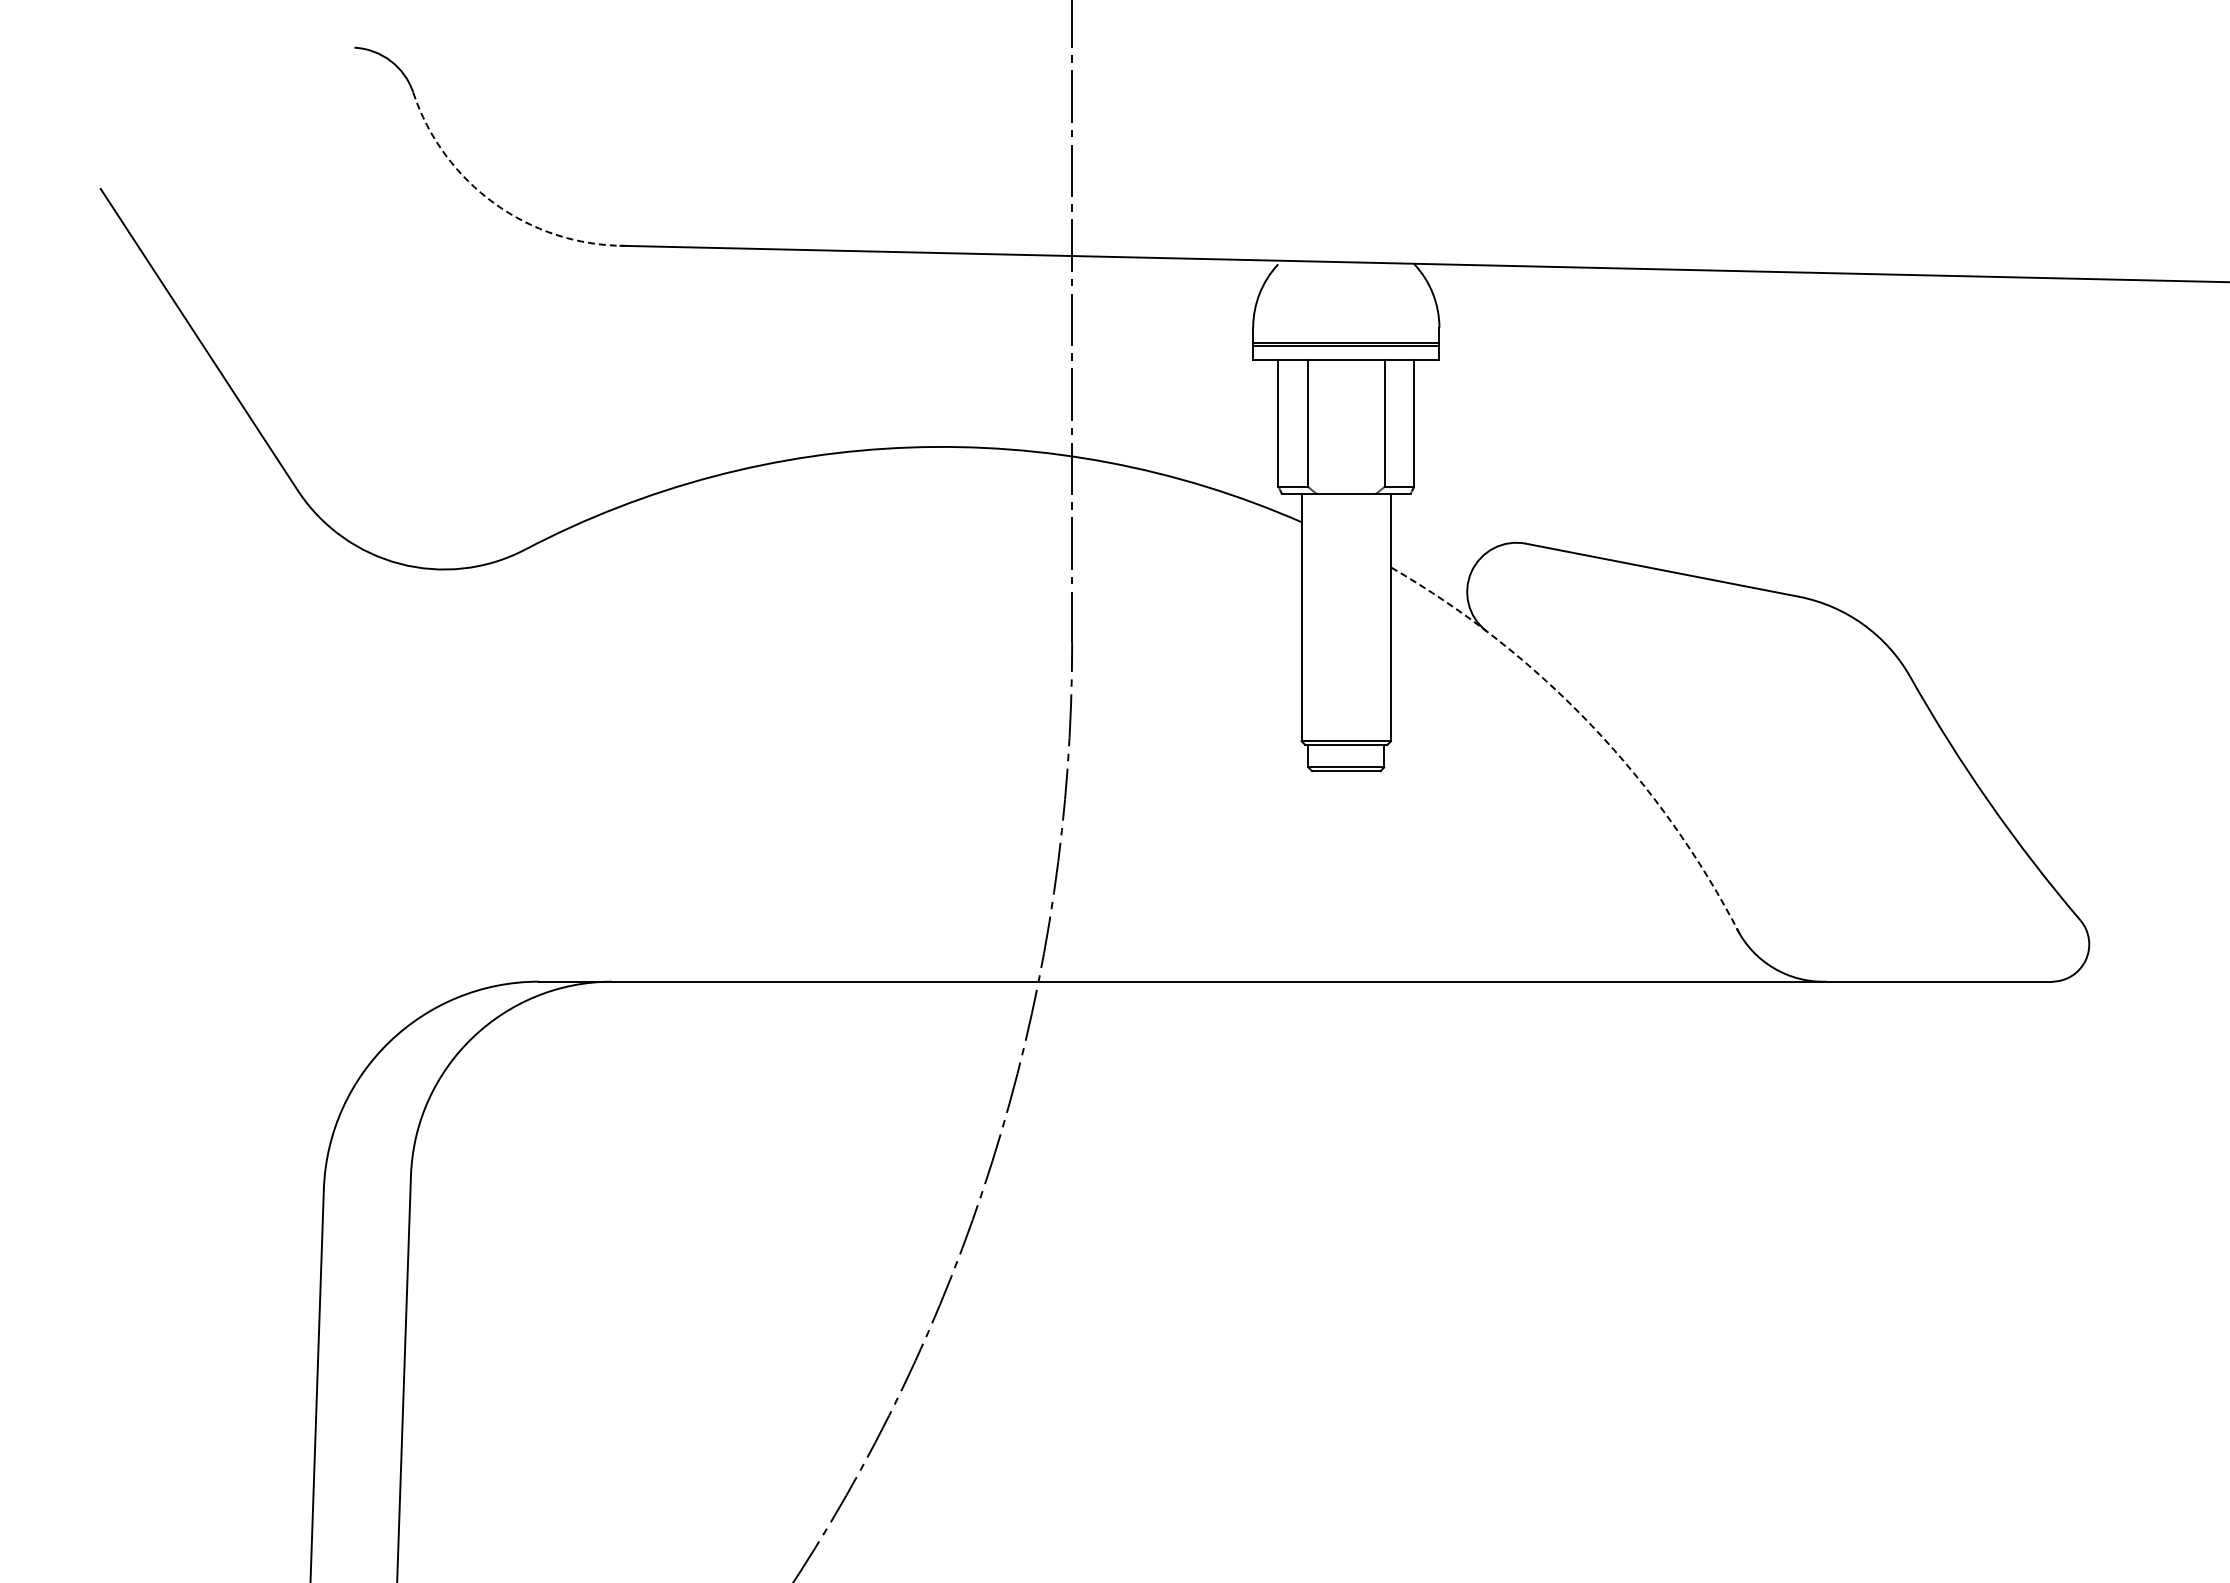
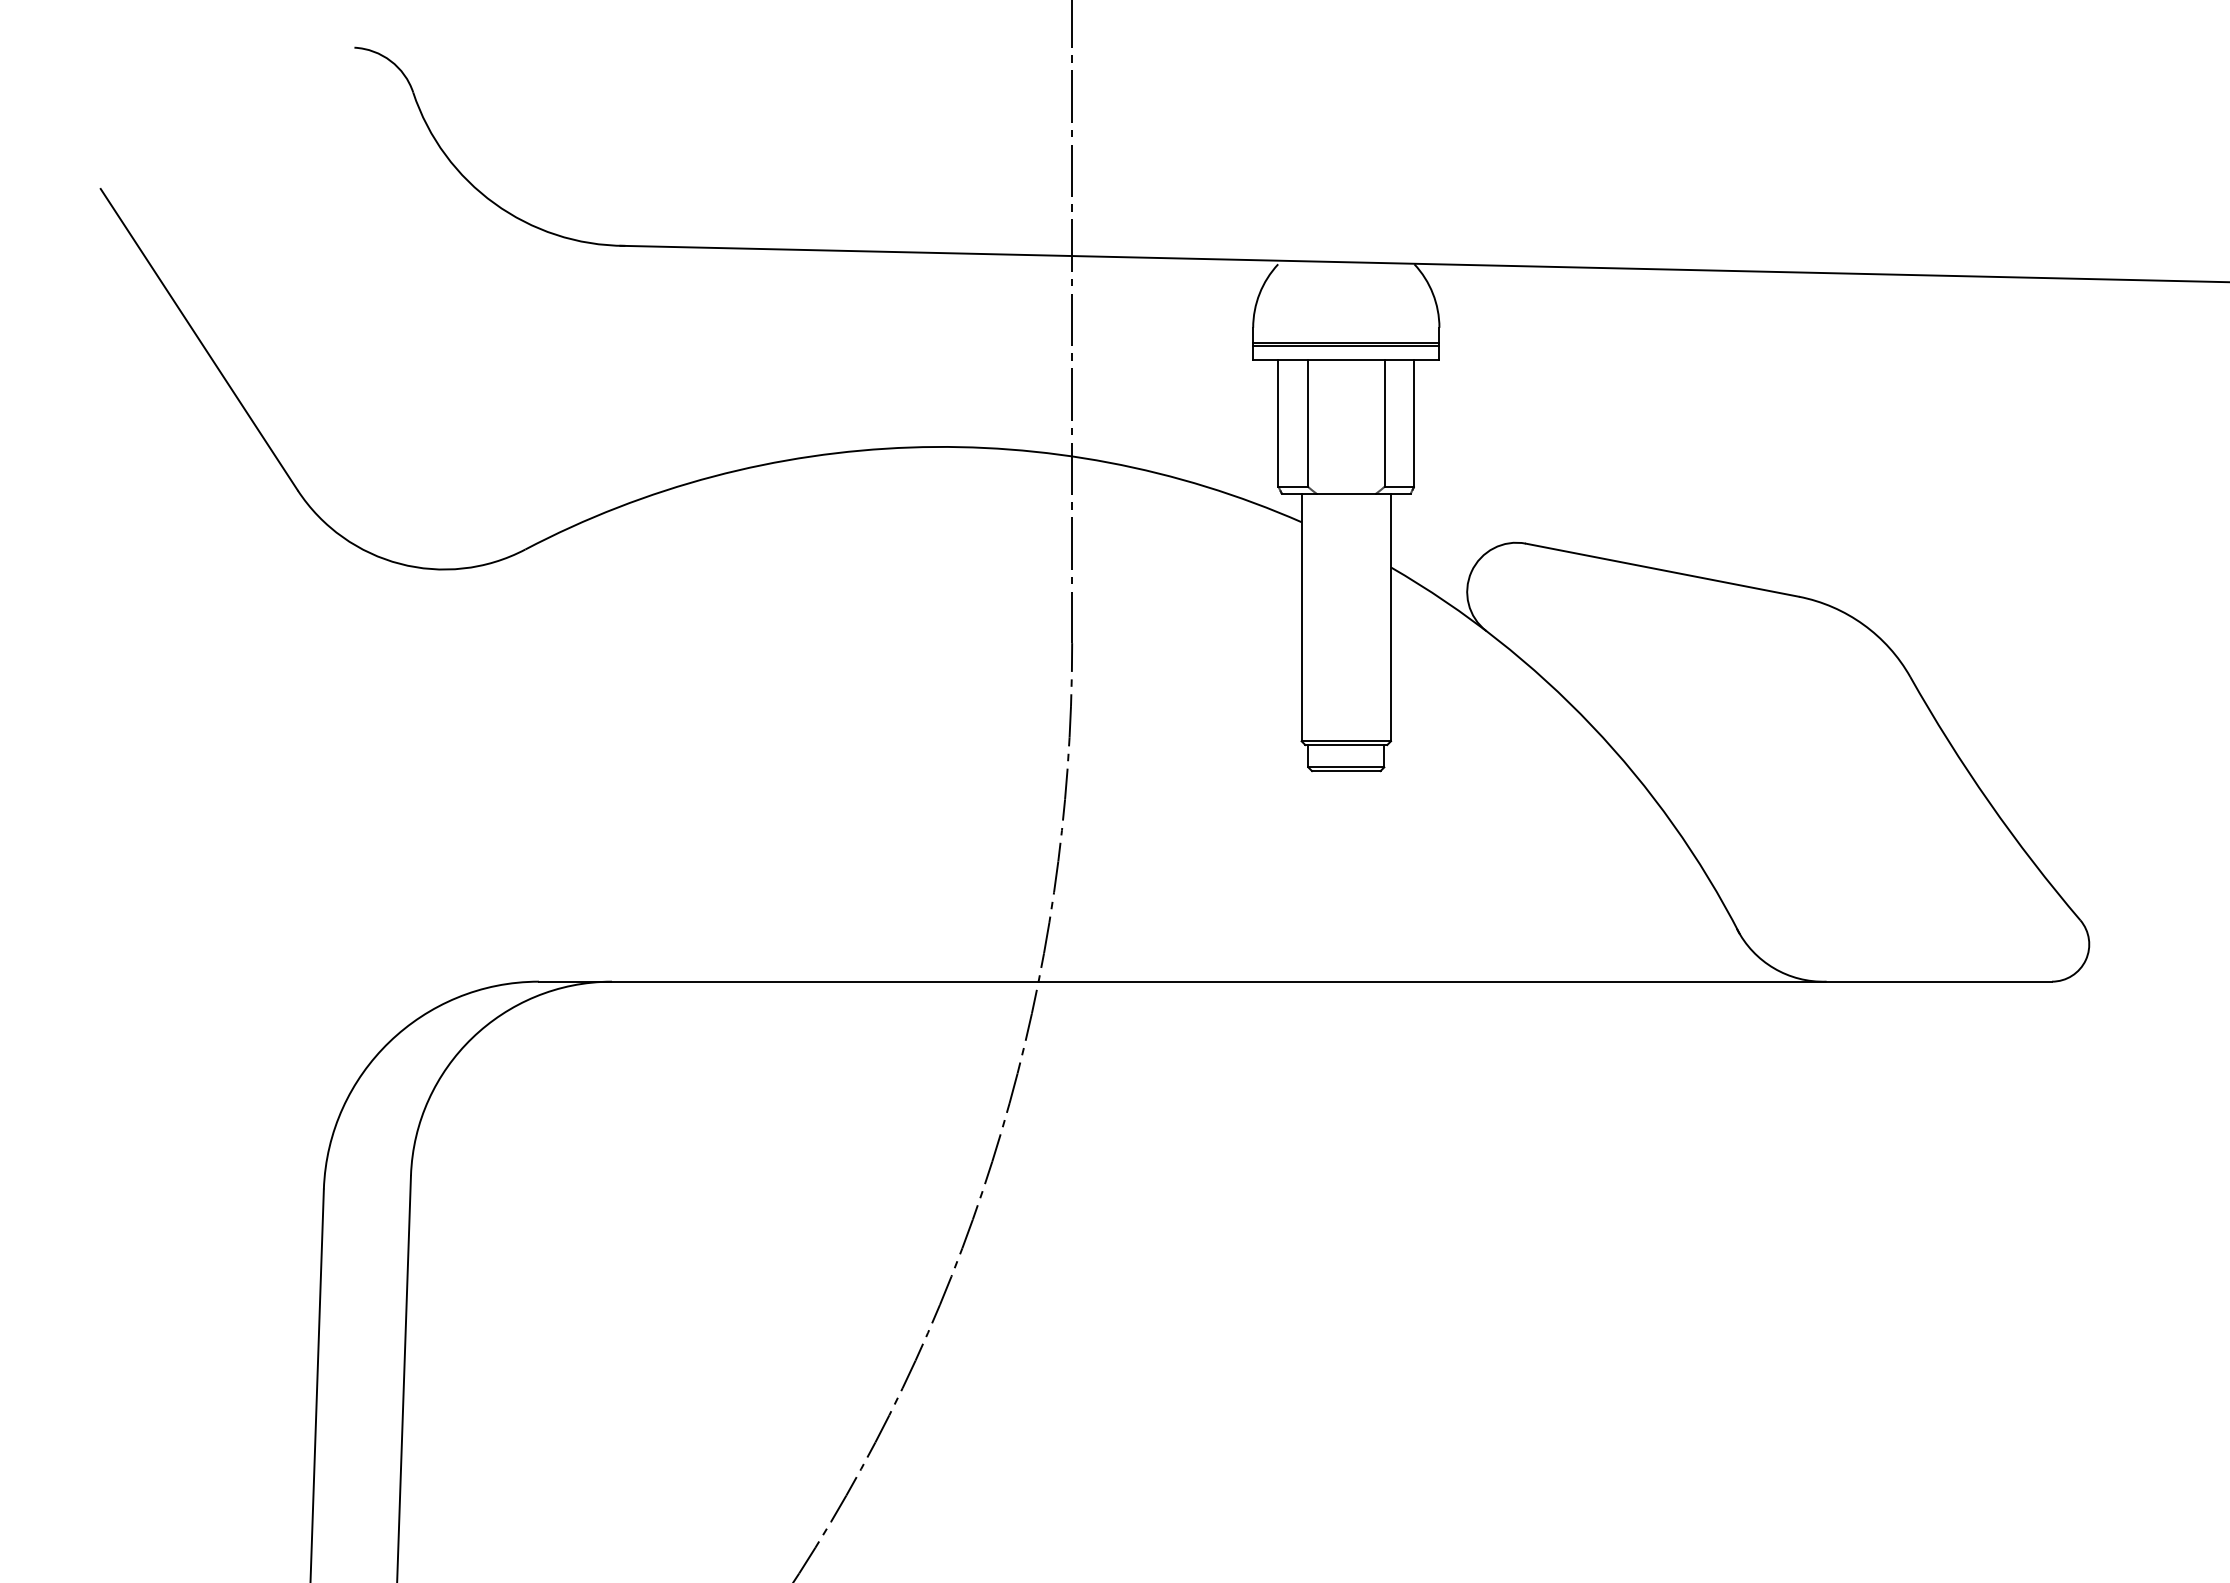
arc at (494, 203): dashed -> solid
arc at (1591, 725): dashed -> solid
